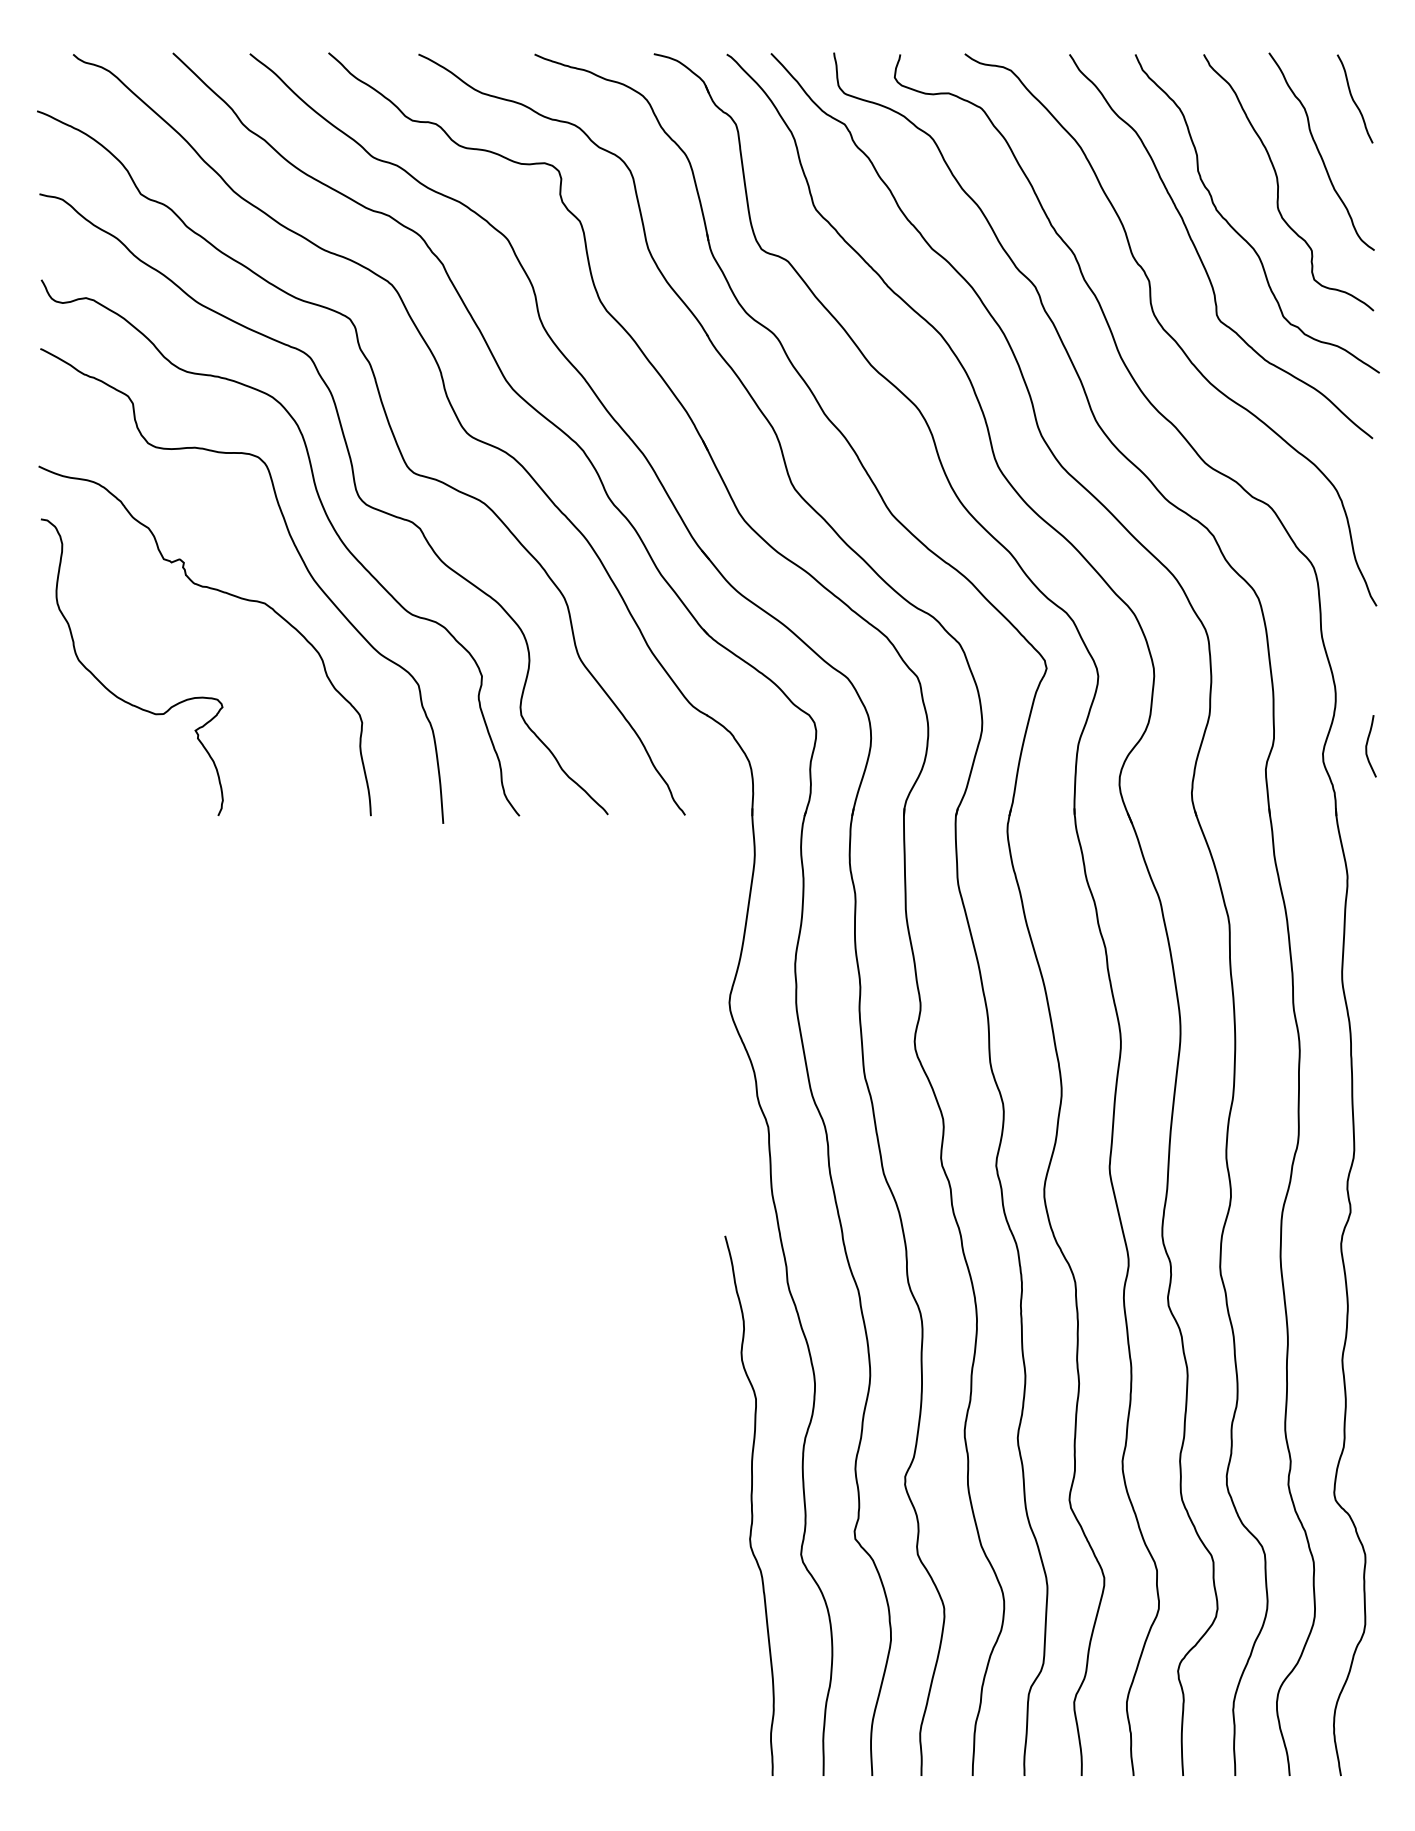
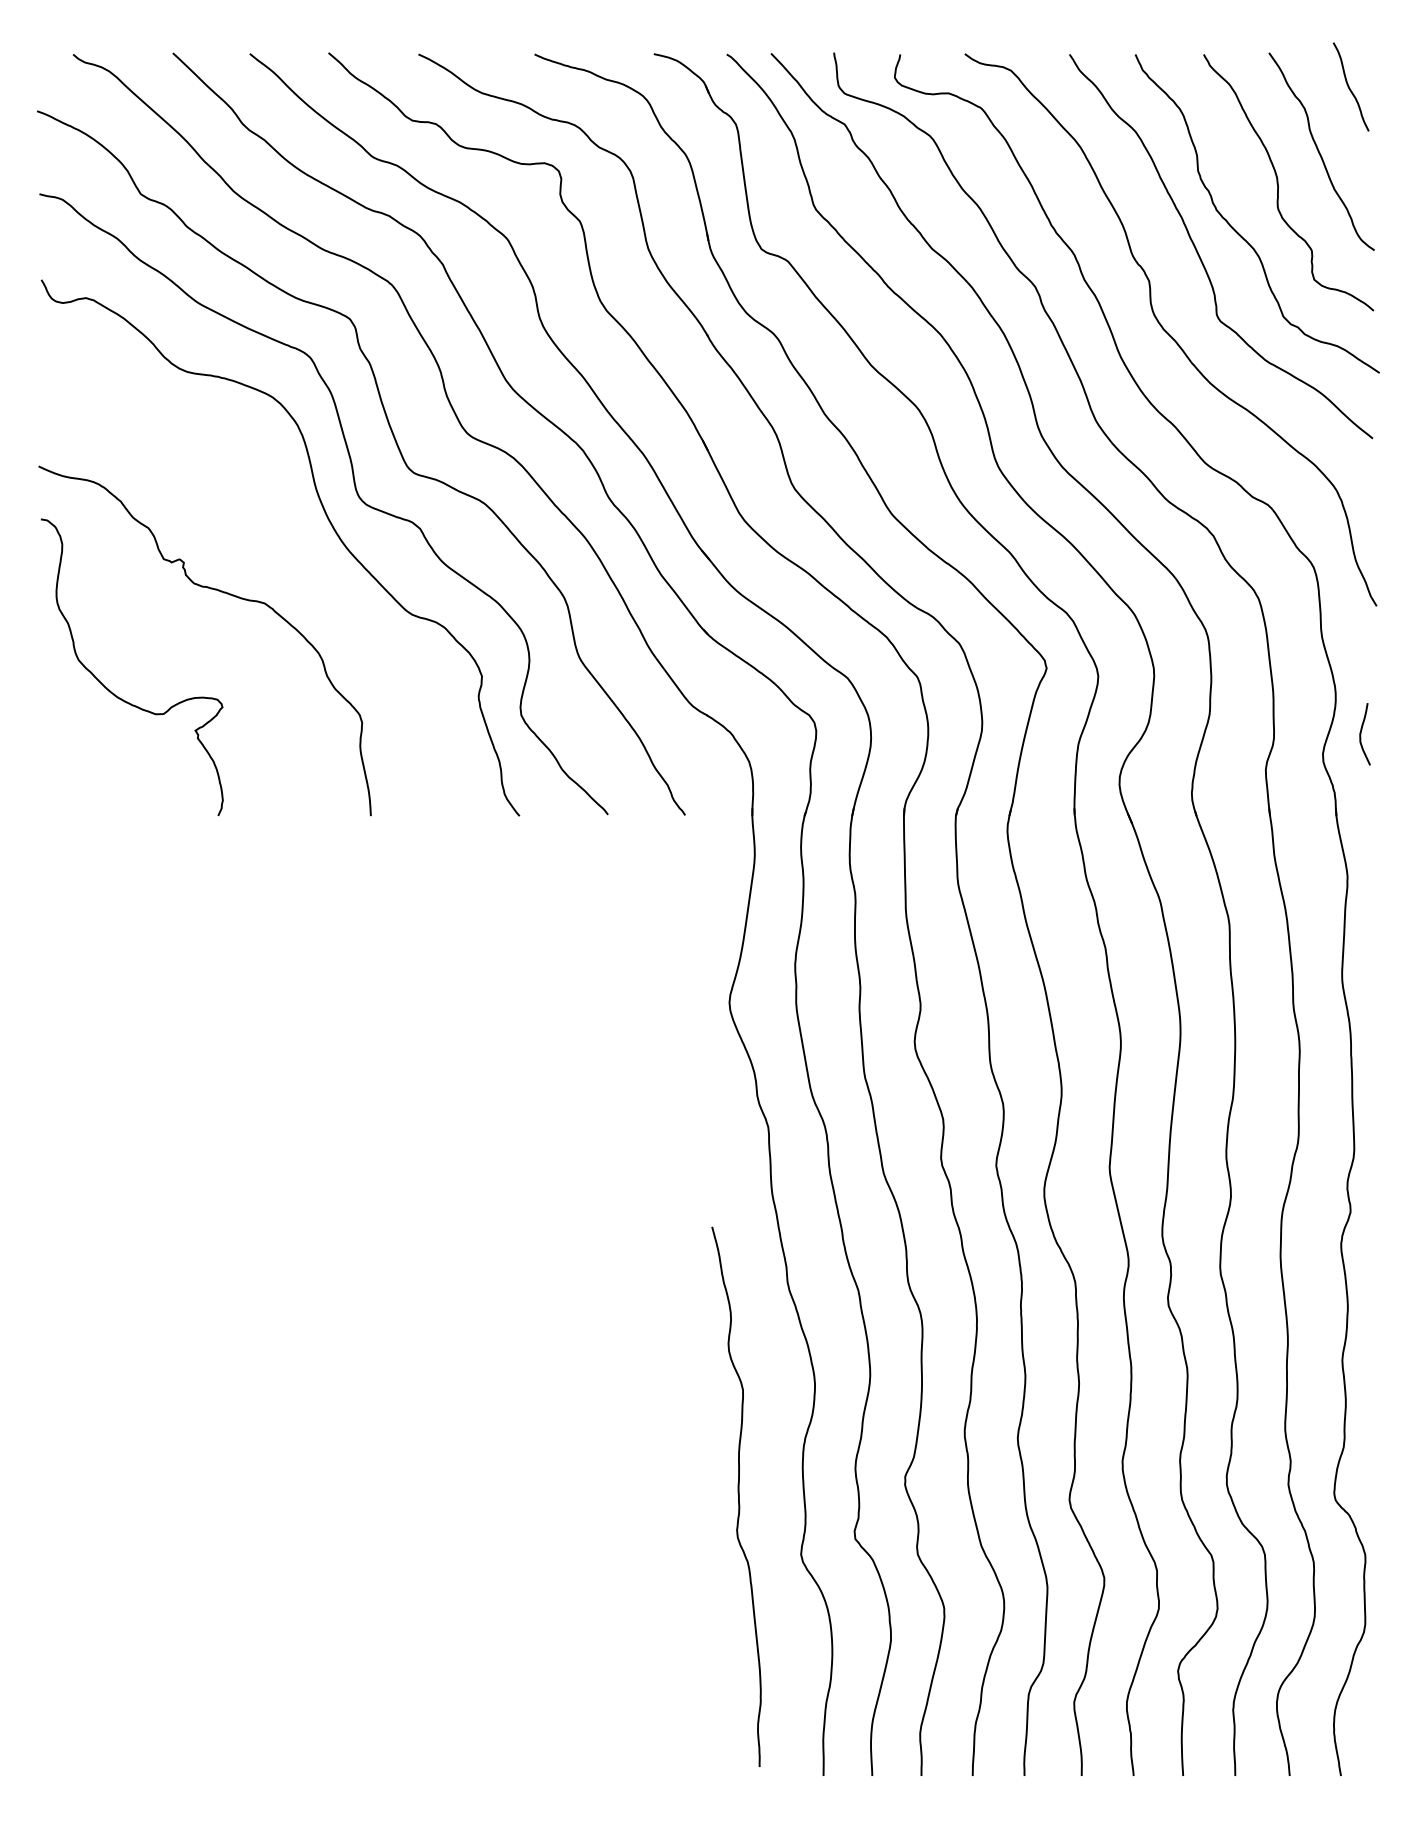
curve at (1353, 98) position: (1353, 98) -> (1349, 86)
curve at (299, 556): present -> none
curve at (1367, 746) position: (1367, 746) -> (1361, 734)
curve at (751, 1505) position: (751, 1505) -> (738, 1496)
